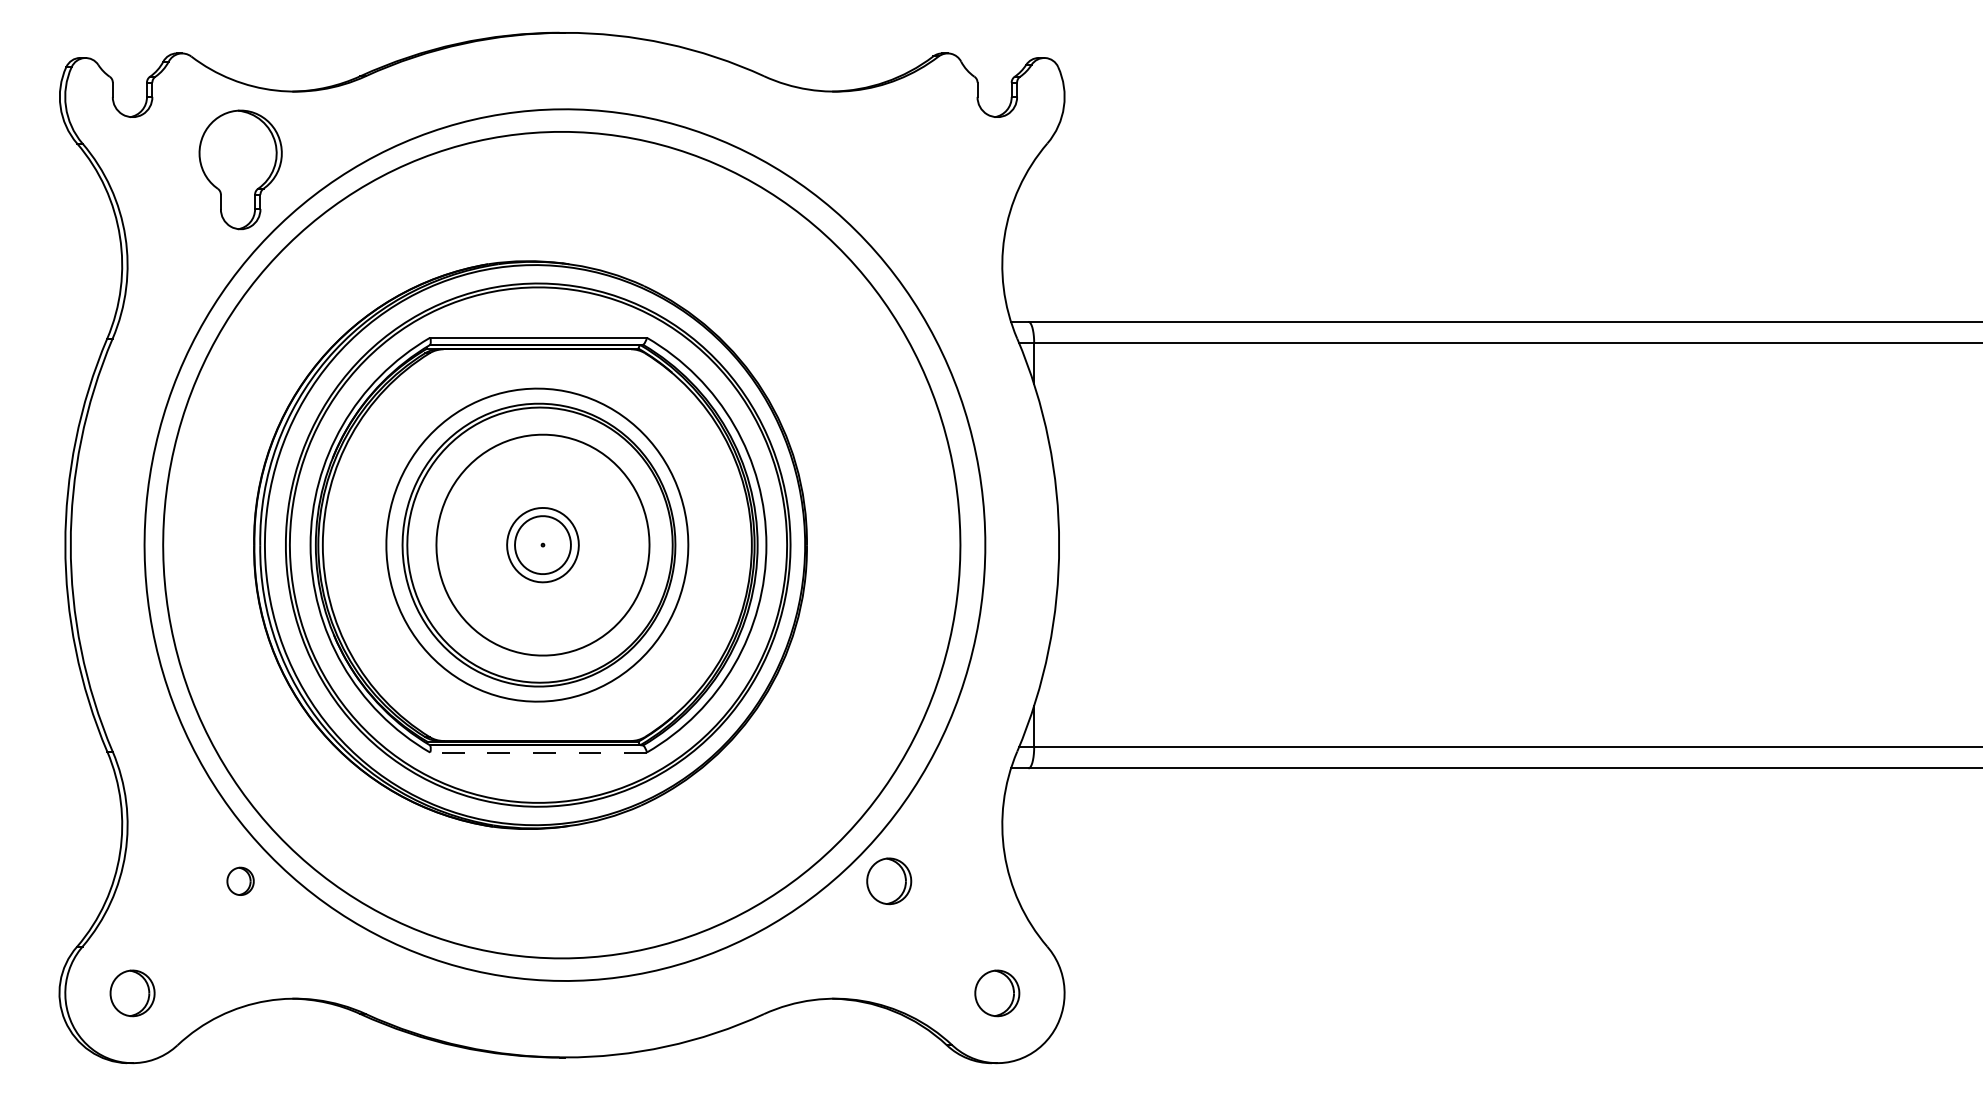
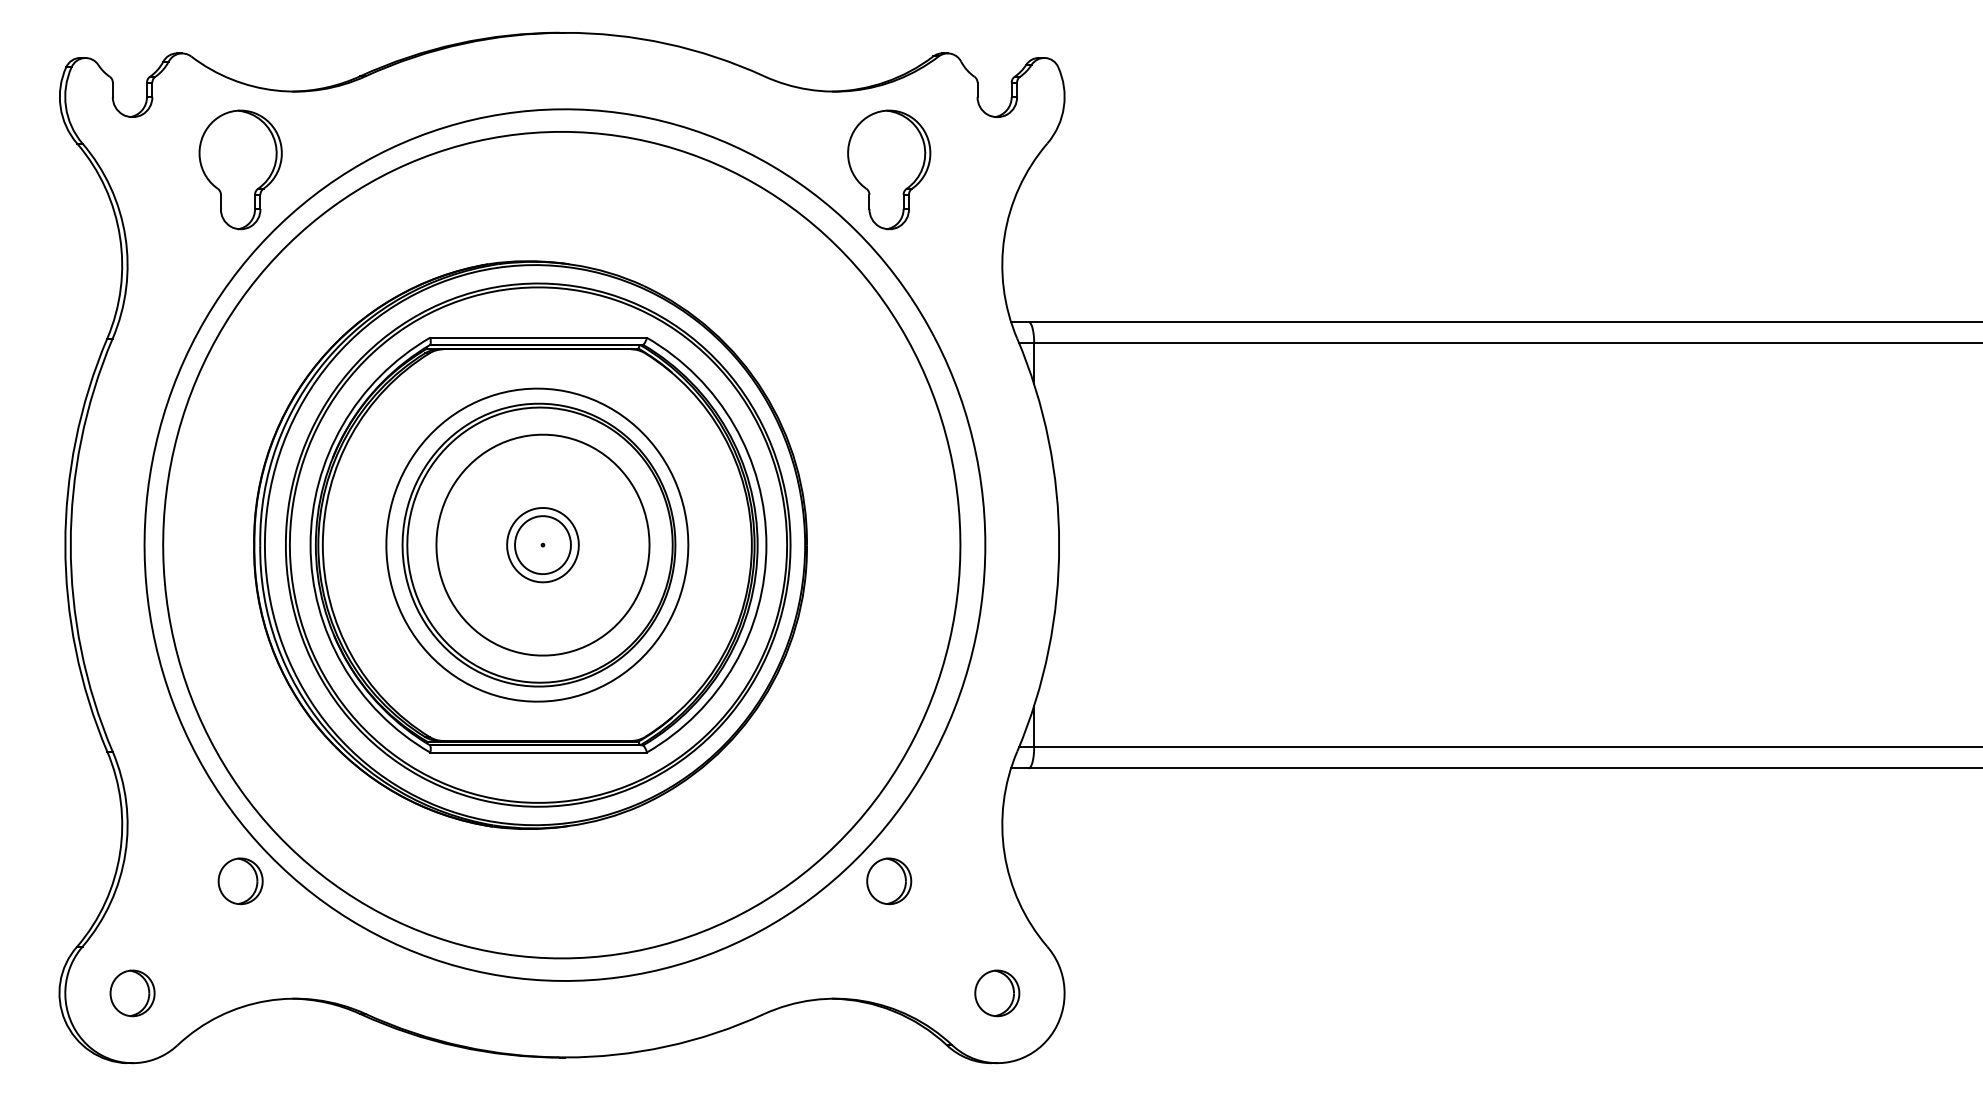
part at (889, 169): none -> present
line at (538, 752): dashed -> solid
part at (240, 880) size: 29x30 px -> 47x49 px
